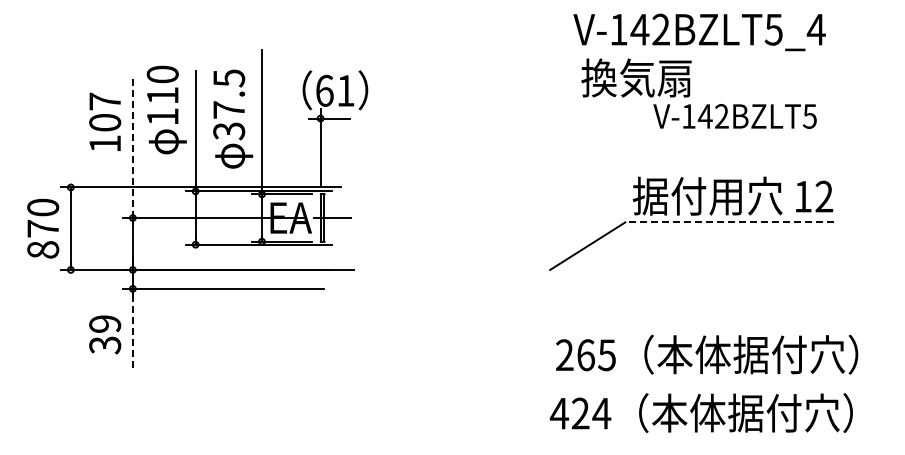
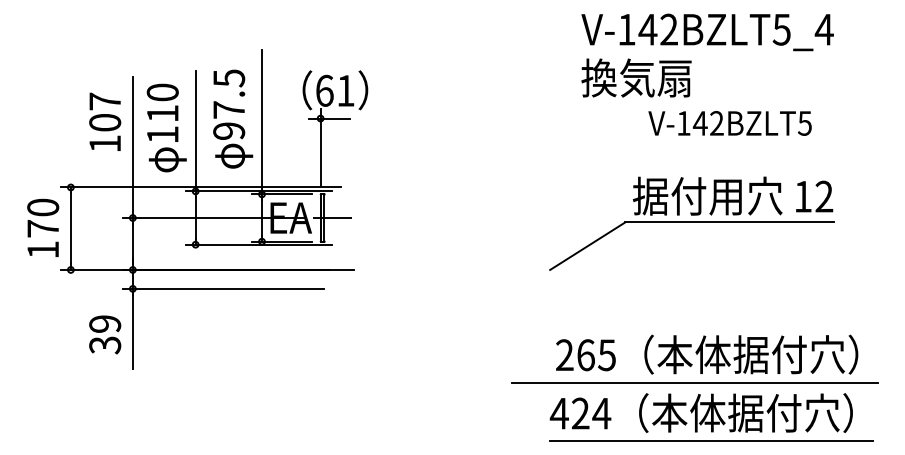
text at (699, 32) position: (699, 32) -> (707, 32)
text at (166, 109) position: (166, 109) -> (166, 127)
text at (734, 116) position: (734, 116) -> (729, 123)
text at (229, 131): 37.5 -> 97.5
line at (132, 147): dashed -> solid
line at (729, 222): dashed -> solid
text at (43, 249): 870 -> 170
line at (132, 332): dashed -> solid
line at (694, 382): none -> present
line at (711, 441): none -> present
